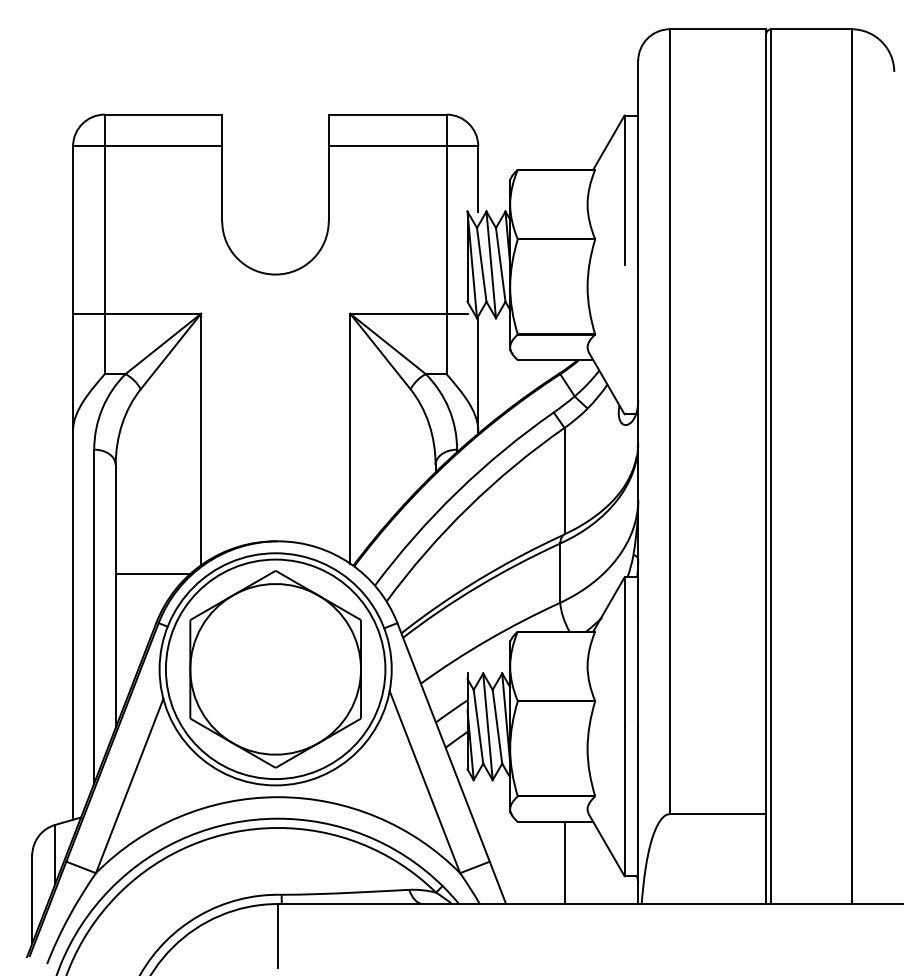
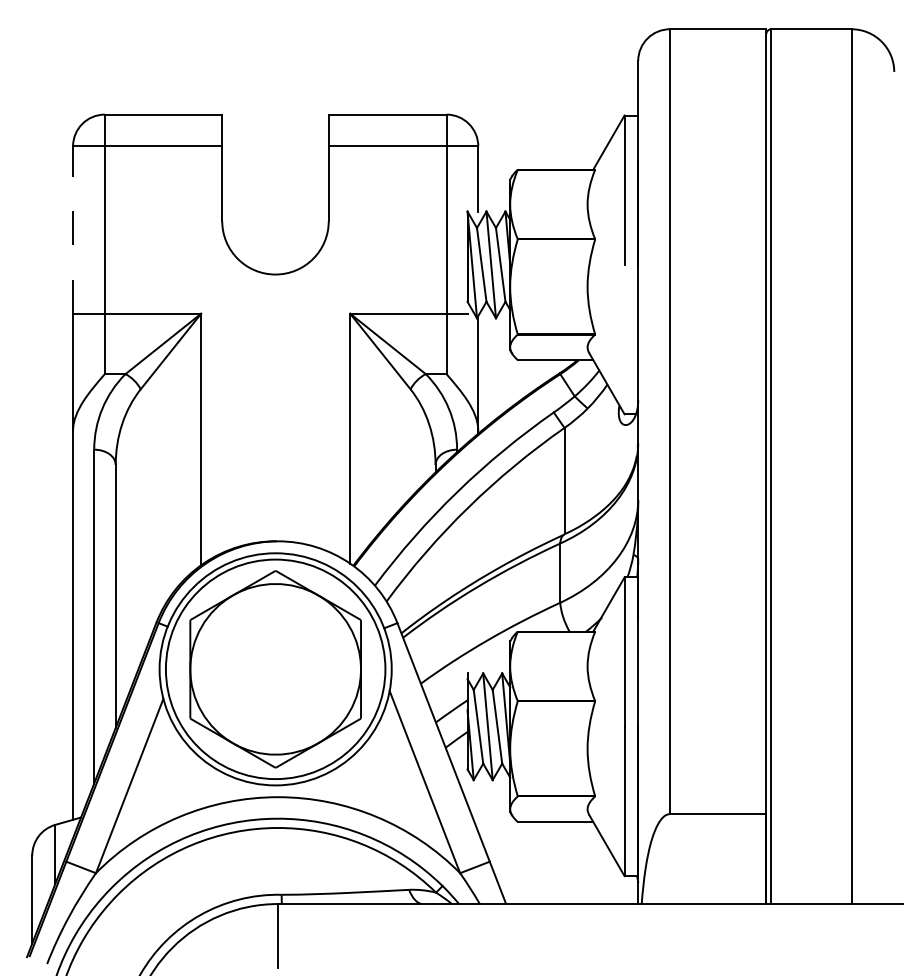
line at (73, 230): solid -> dashed
line at (152, 573): present -> none
line at (564, 862): present -> none
